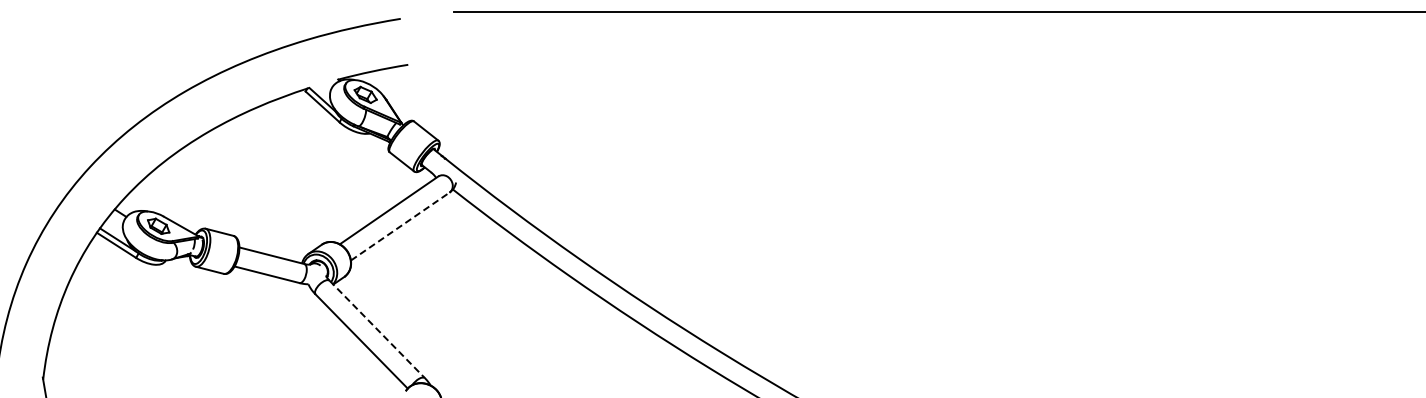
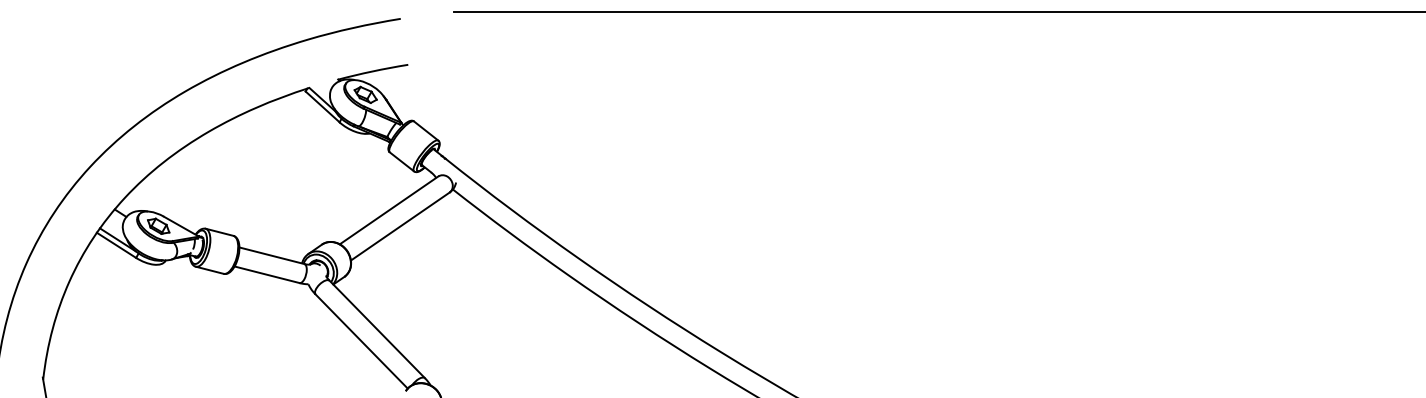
line at (400, 226): dashed -> solid
line at (377, 329): dashed -> solid
